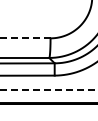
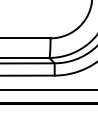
line at (25, 38): dashed -> solid
line at (48, 90): dashed -> solid
